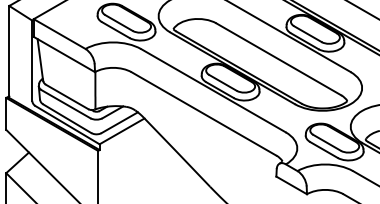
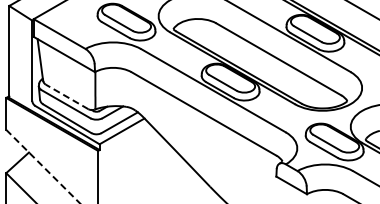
line at (67, 96): solid -> dashed
line at (43, 167): solid -> dashed
